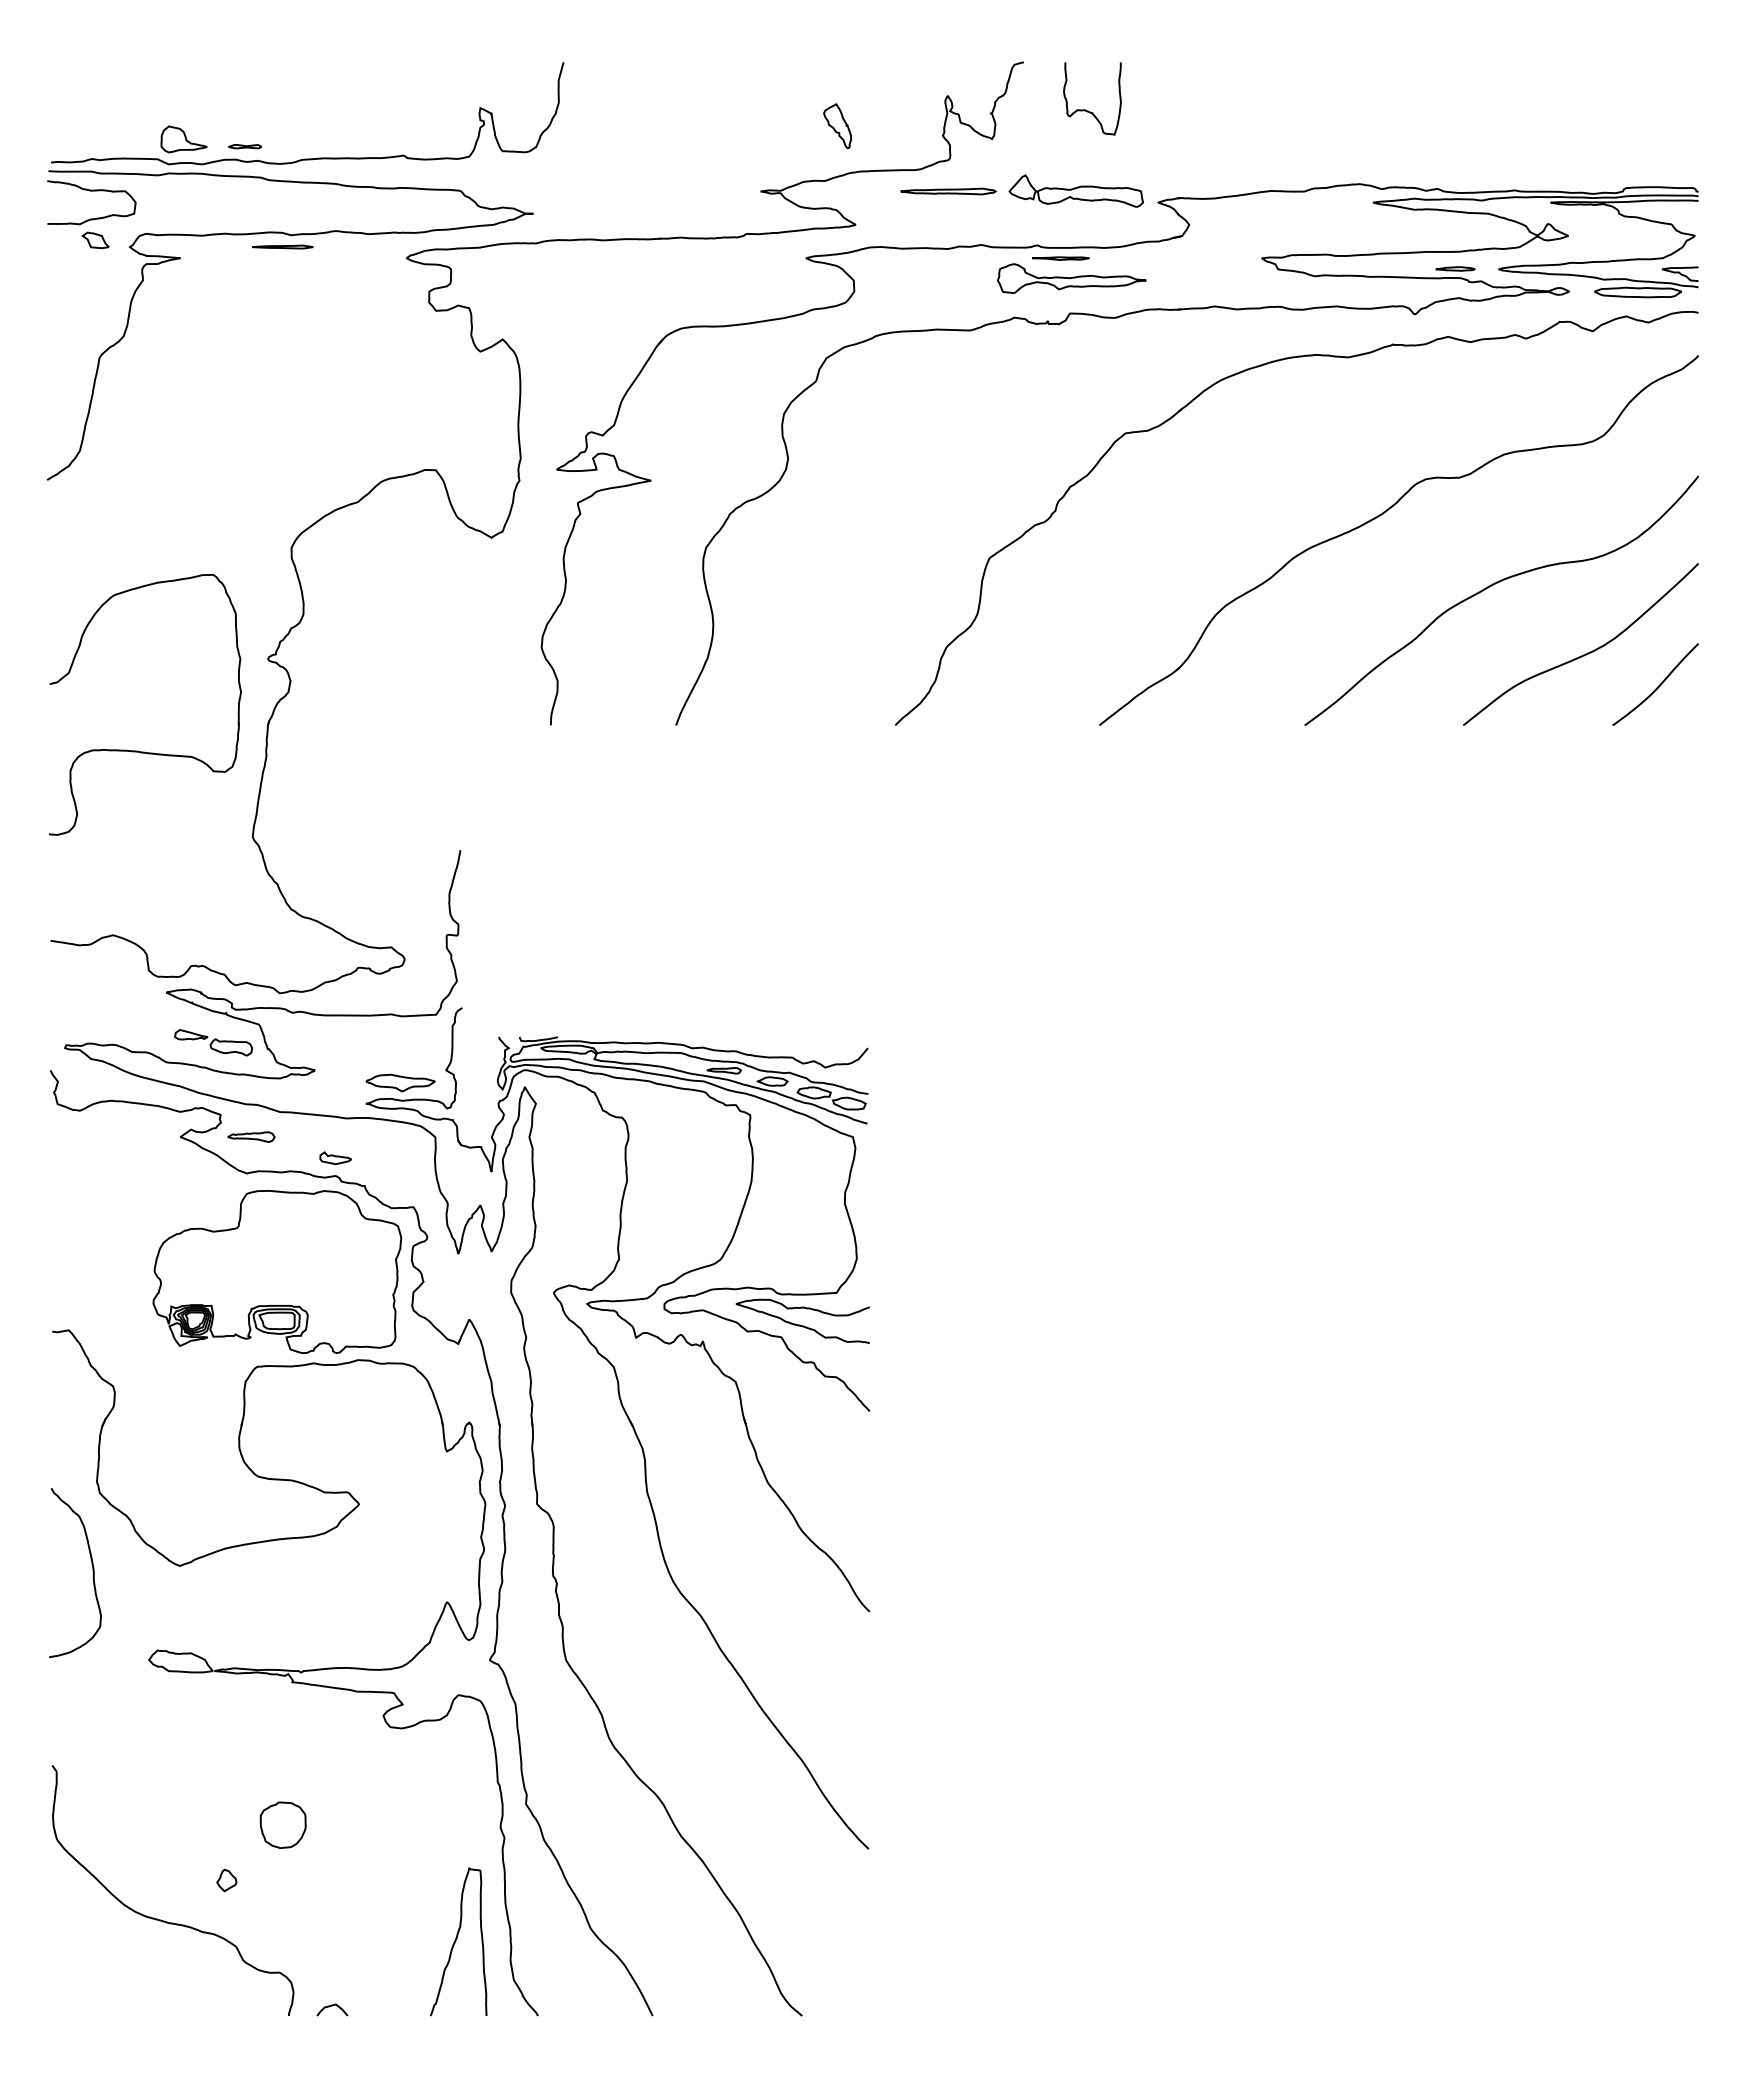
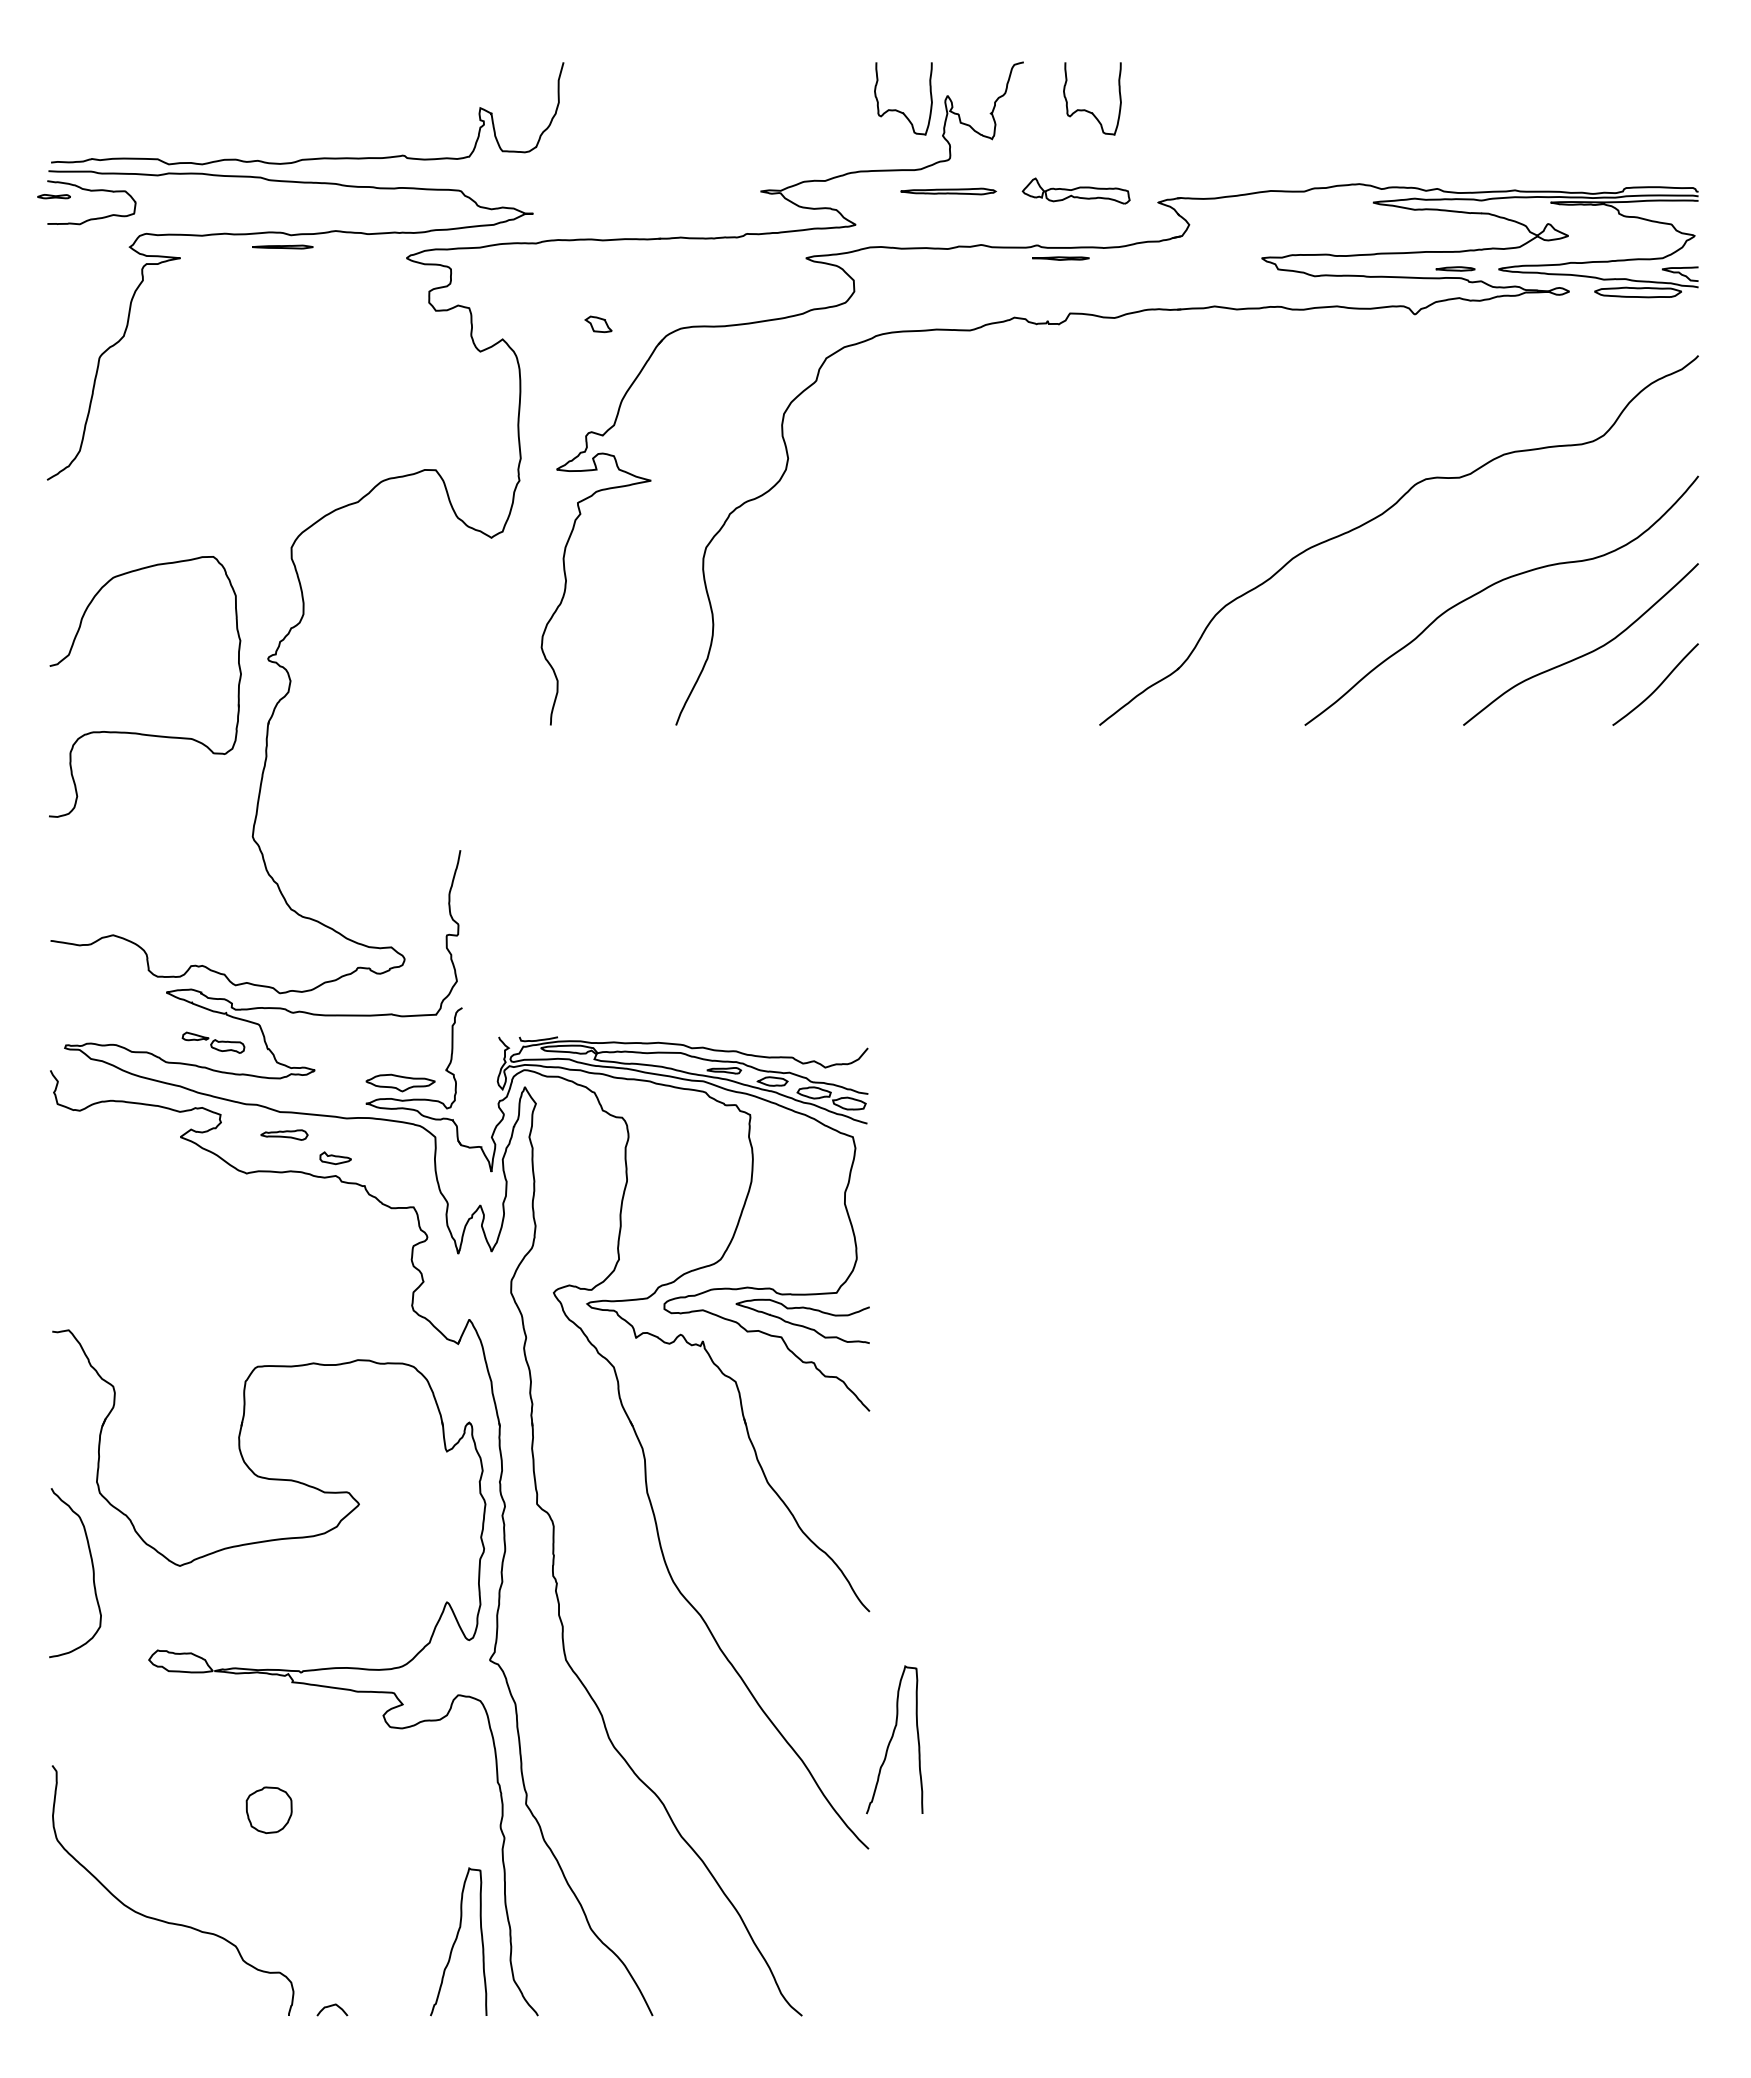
curve at (899, 110): none -> present
part at (837, 125): present -> none
part at (183, 139): present -> none
part at (244, 146) position: (244, 146) -> (53, 196)
part at (1075, 190) size: 136x34 px -> 110x28 px
part at (95, 240) position: (95, 240) -> (598, 324)
part at (1071, 278): present -> none
part at (1238, 374): present -> none
part at (137, 750) position: (137, 750) -> (137, 732)
part at (213, 1042) size: 79x28 px -> 65x23 px
part at (251, 1136) position: (251, 1136) -> (284, 1134)
part at (277, 1271): present -> none
curve at (892, 1739): none -> present
part at (282, 1825) position: (282, 1825) -> (268, 1810)
part at (226, 1880): present -> none
